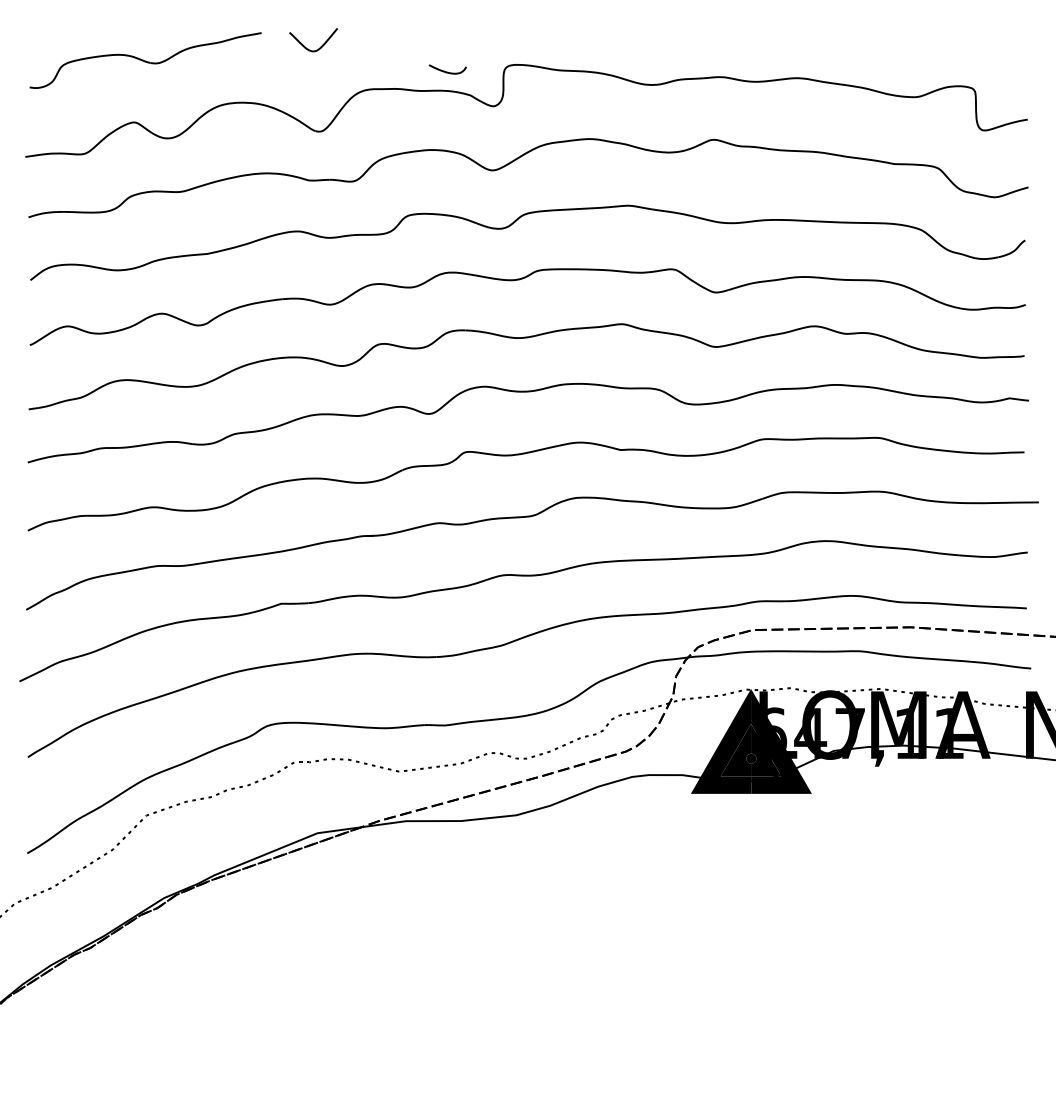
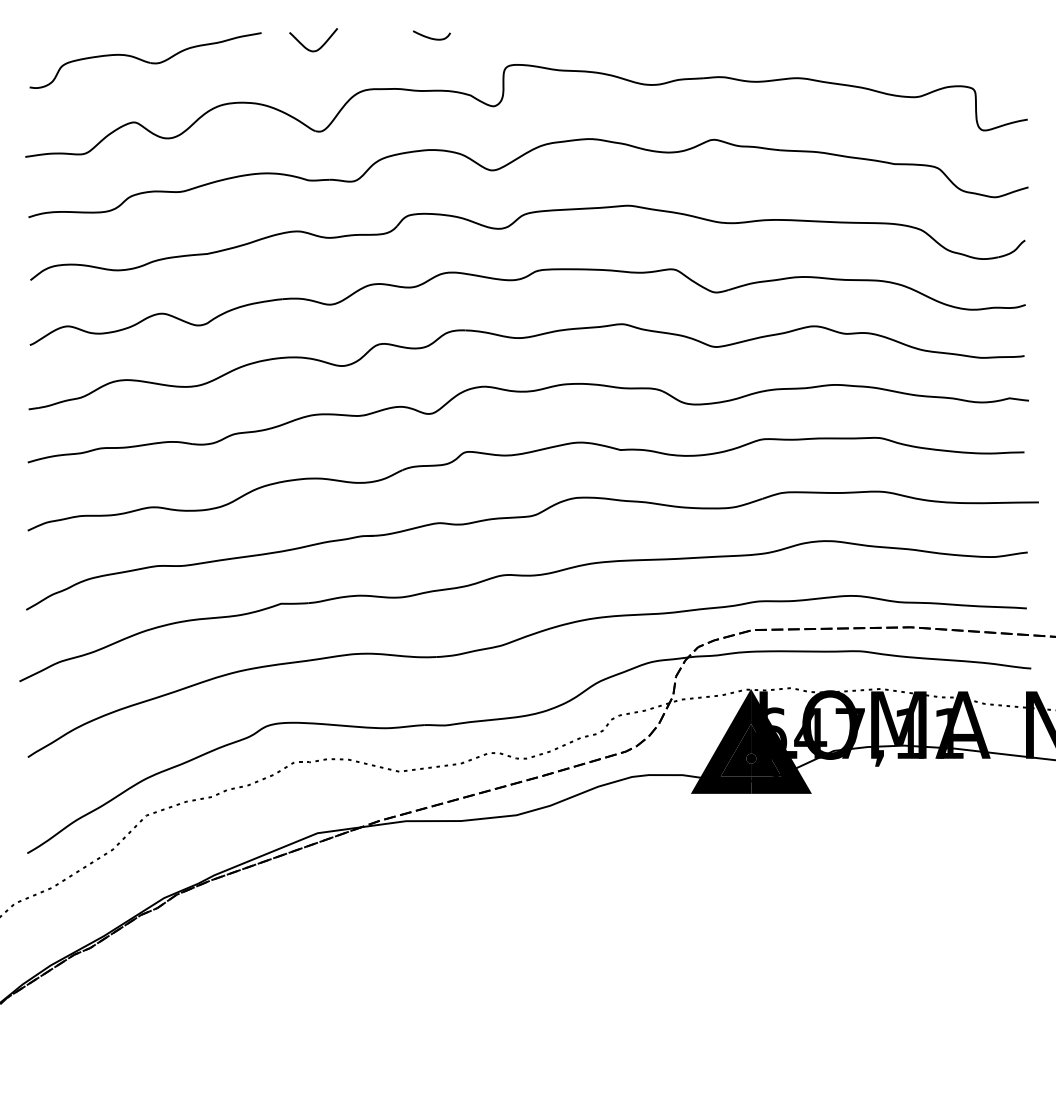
curve at (447, 71) position: (447, 71) -> (431, 37)
